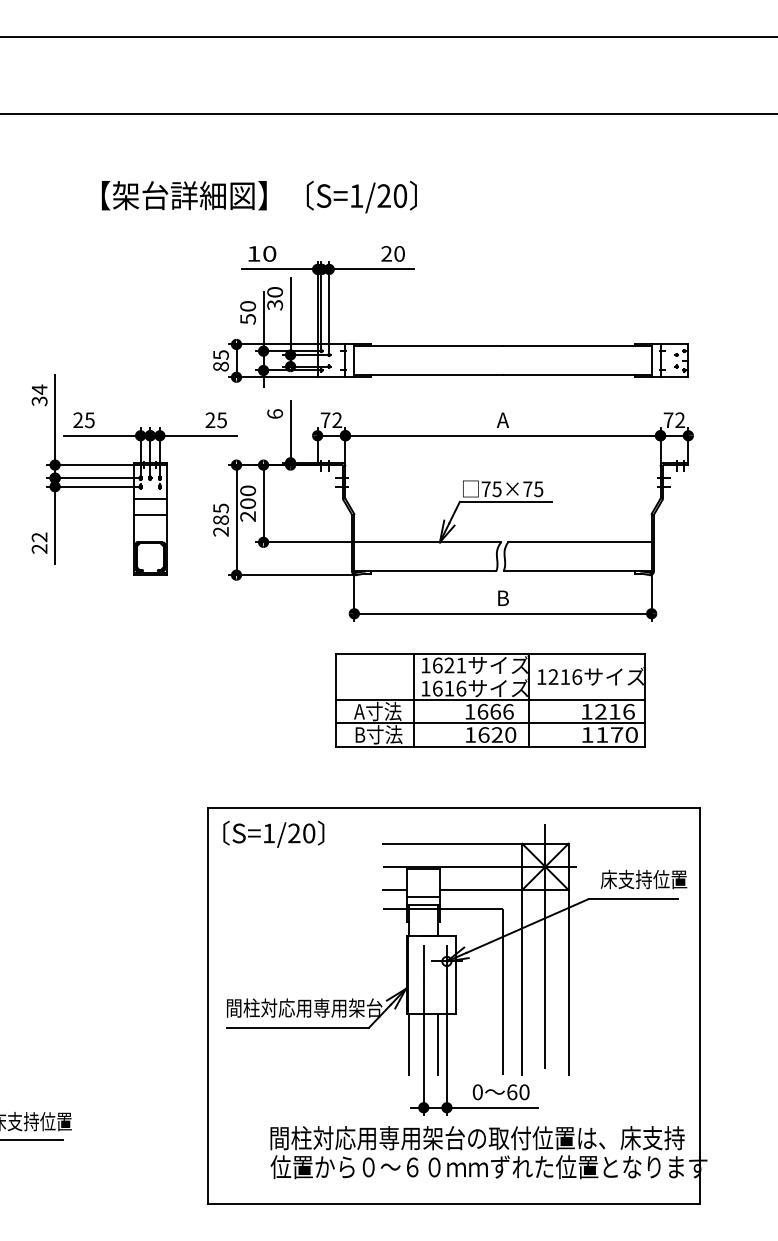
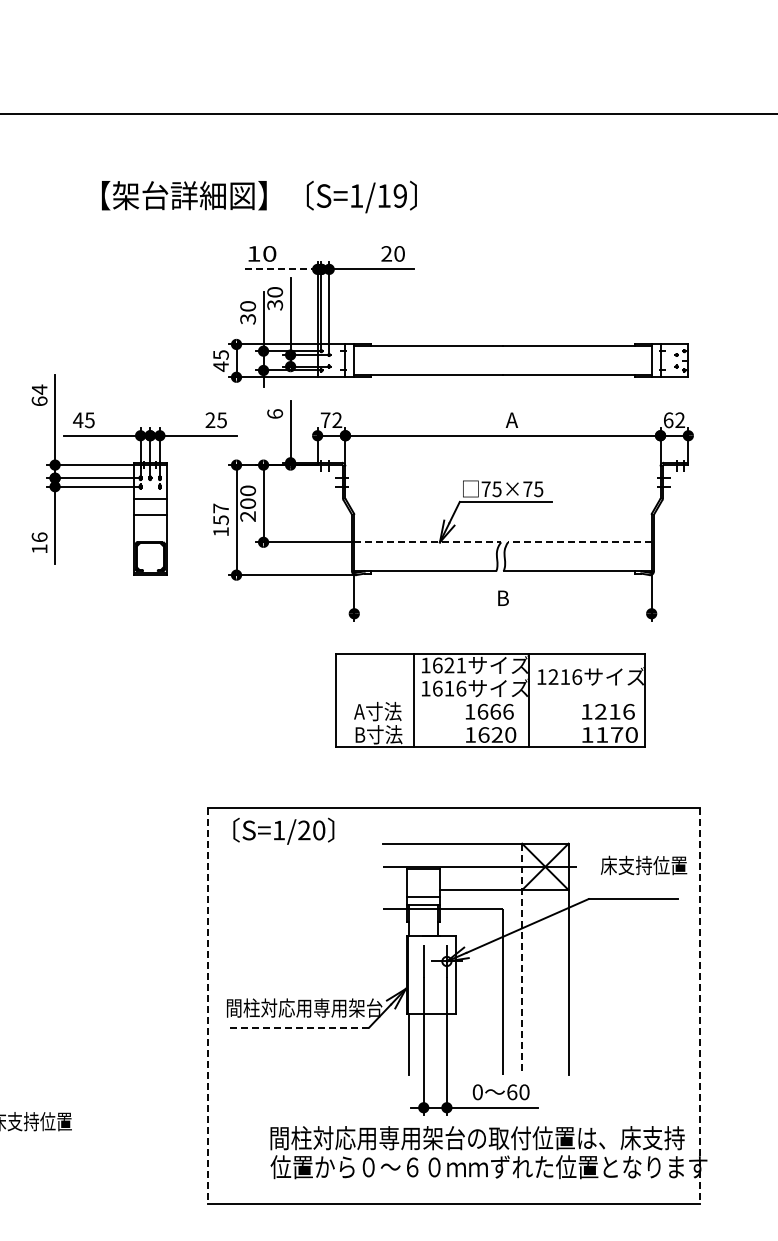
line at (388, 37): present -> none
text at (392, 195): S=1/20 -> S=1/19
line at (279, 269): solid -> dashed
text at (247, 318): 50 -> 30
text at (220, 366): 85 -> 45
text at (39, 401): 34 -> 64
text at (78, 419): 25 -> 45
text at (502, 419) position: (502, 419) -> (511, 419)
text at (668, 420): 72 -> 62
text at (220, 519): 285 -> 157
text at (39, 542): 22 -> 16
line at (428, 542): solid -> dashed
line at (579, 542): solid -> dashed
line at (502, 613): present -> none
line at (490, 700): present -> none
line at (490, 723): present -> none
text at (273, 833) position: (273, 833) -> (283, 830)
text at (644, 879) position: (644, 879) -> (644, 865)
line at (394, 890): present -> none
line at (545, 949): present -> none
line at (522, 959): solid -> dashed
line at (207, 1005): solid -> dashed
line at (700, 1005): solid -> dashed
line at (297, 1027): solid -> dashed
line at (438, 1044): present -> none
line at (32, 1140): present -> none
